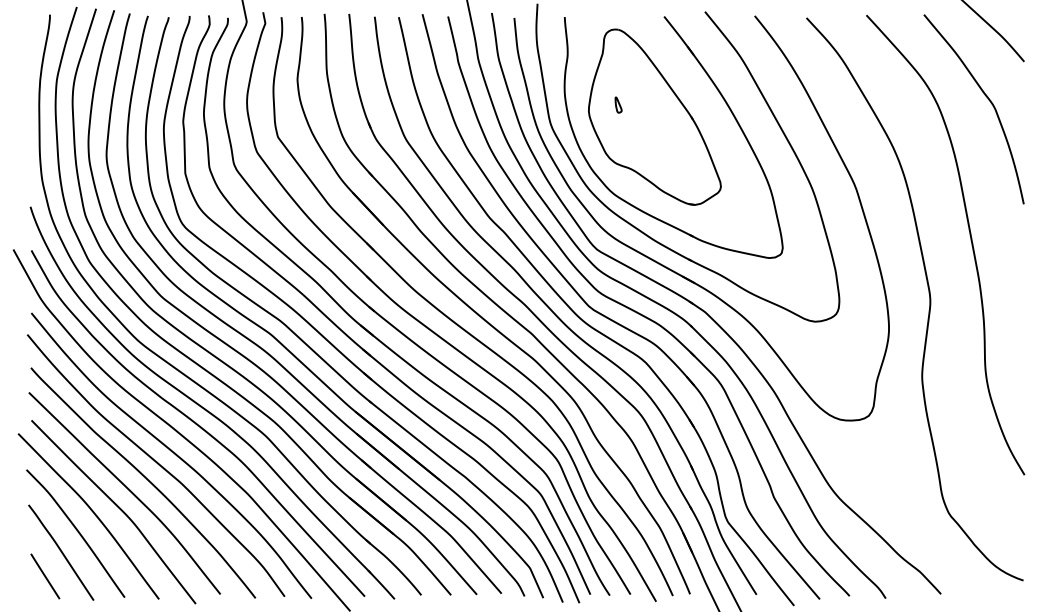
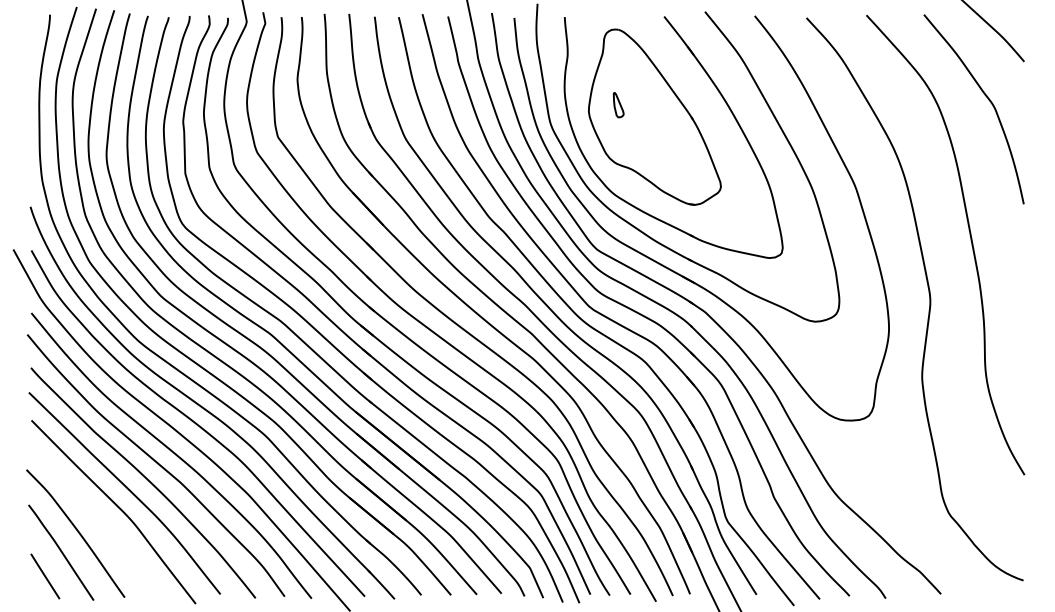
part at (618, 104) size: 9x18 px -> 13x27 px
curve at (92, 512): present -> none
